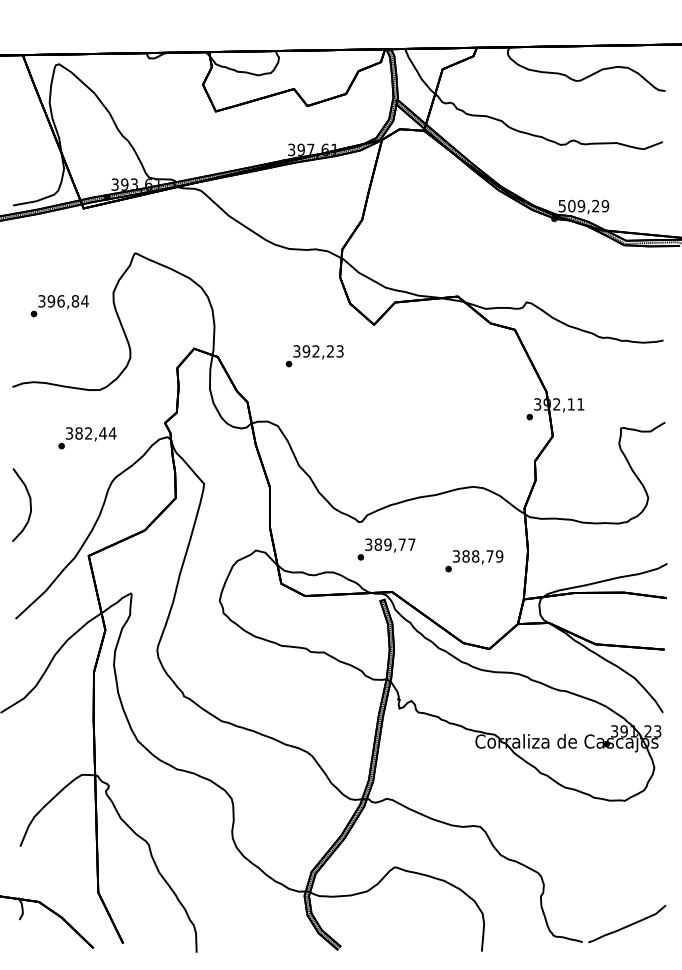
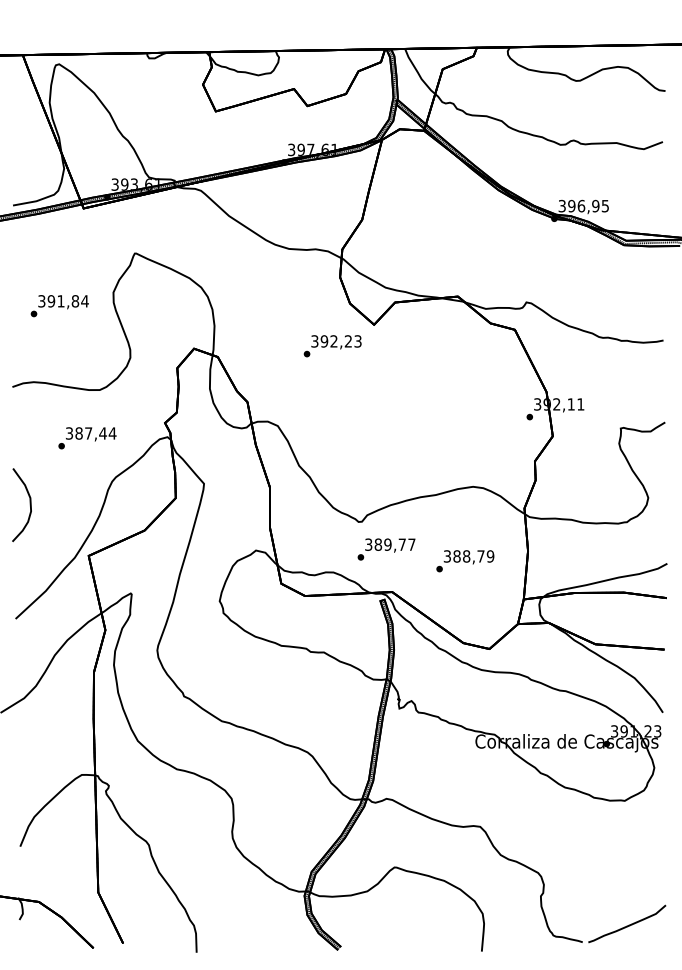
text at (584, 205): 509,29 -> 396,95
text at (60, 301): 396,84 -> 391,84
text at (314, 356) position: (314, 356) -> (332, 346)
text at (88, 433): 382,44 -> 387,44
text at (474, 561) position: (474, 561) -> (465, 561)
